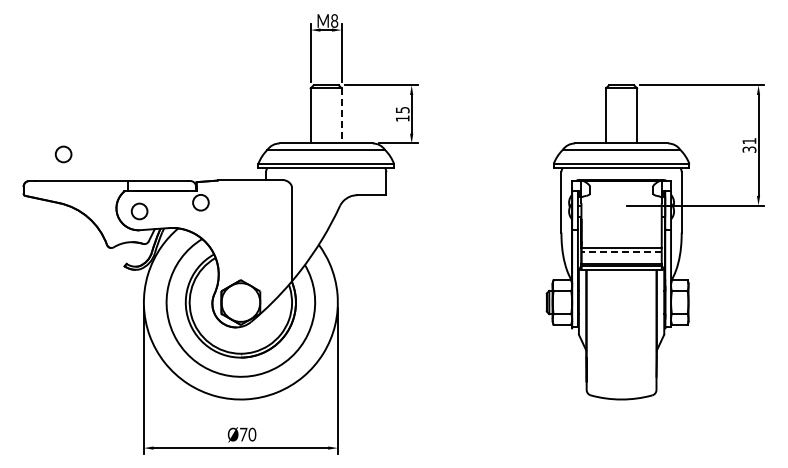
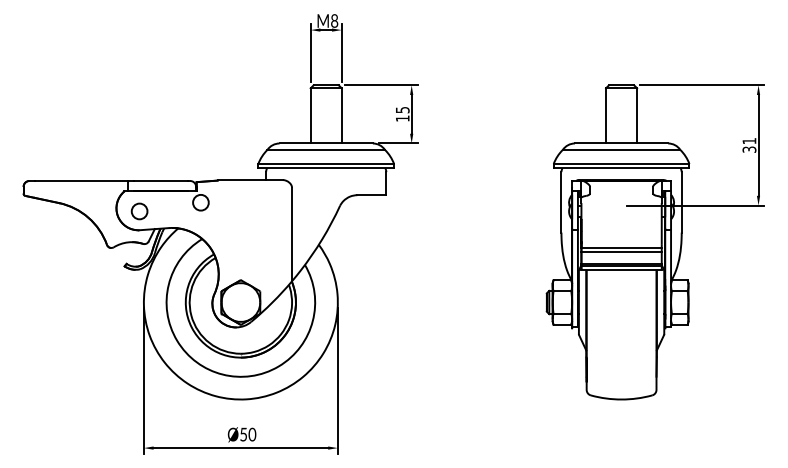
line at (341, 115): dashed -> solid
circle at (63, 154): present -> none
line at (621, 252): dashed -> solid
text at (243, 434): Ø70 -> Ø50
